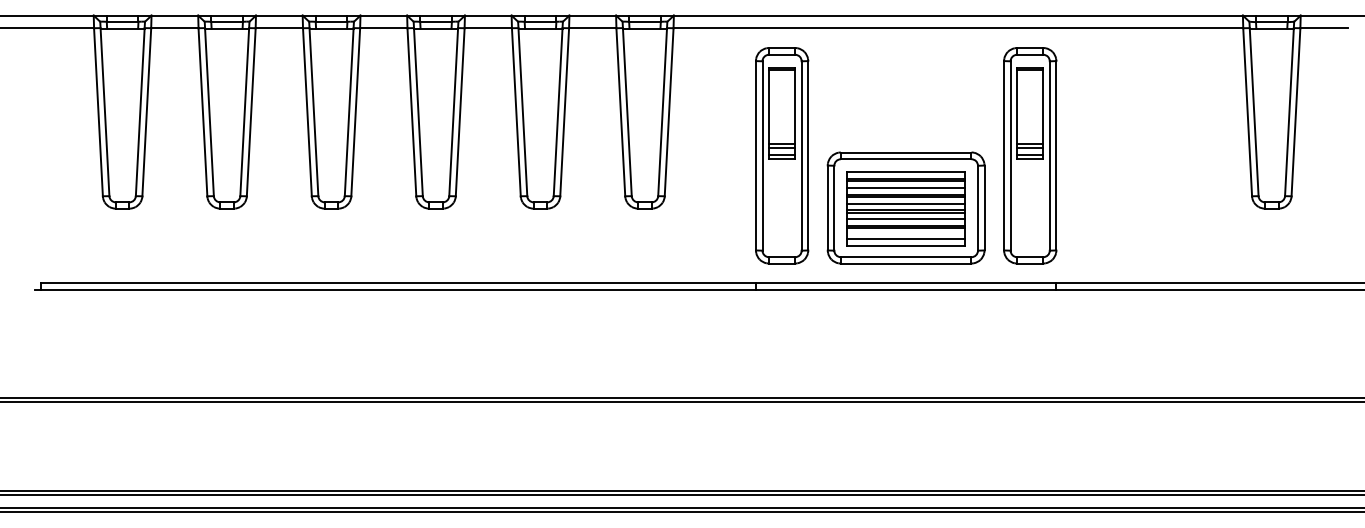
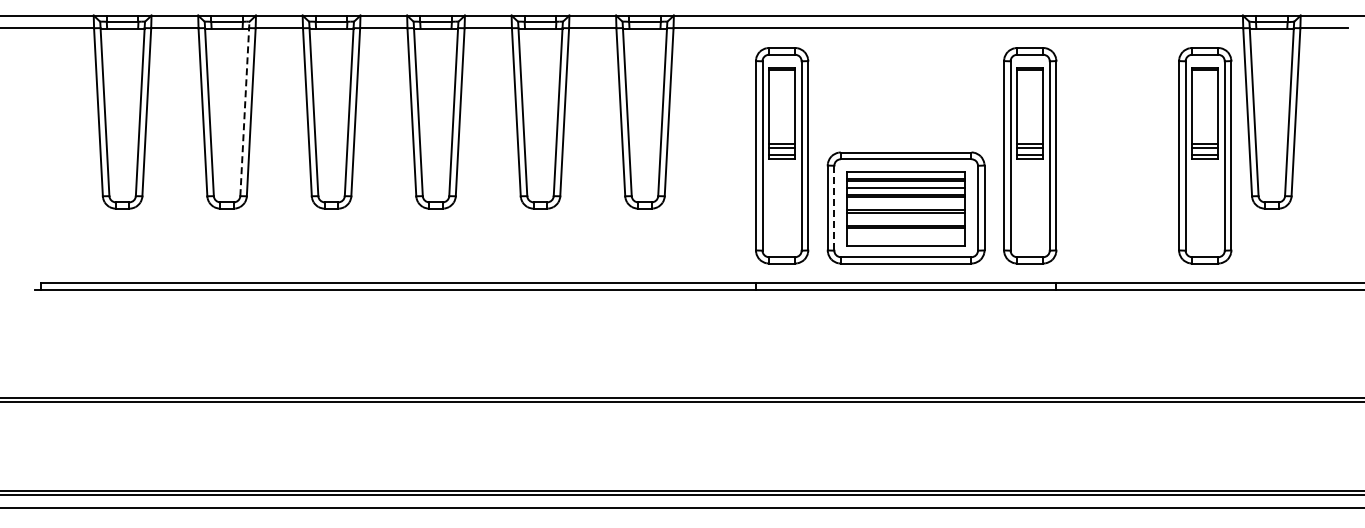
line at (244, 108): solid -> dashed
part at (1205, 155): none -> present
line at (905, 203): present -> none
line at (834, 208): solid -> dashed
line at (905, 219): present -> none
line at (905, 239): present -> none
line at (681, 512): present -> none
